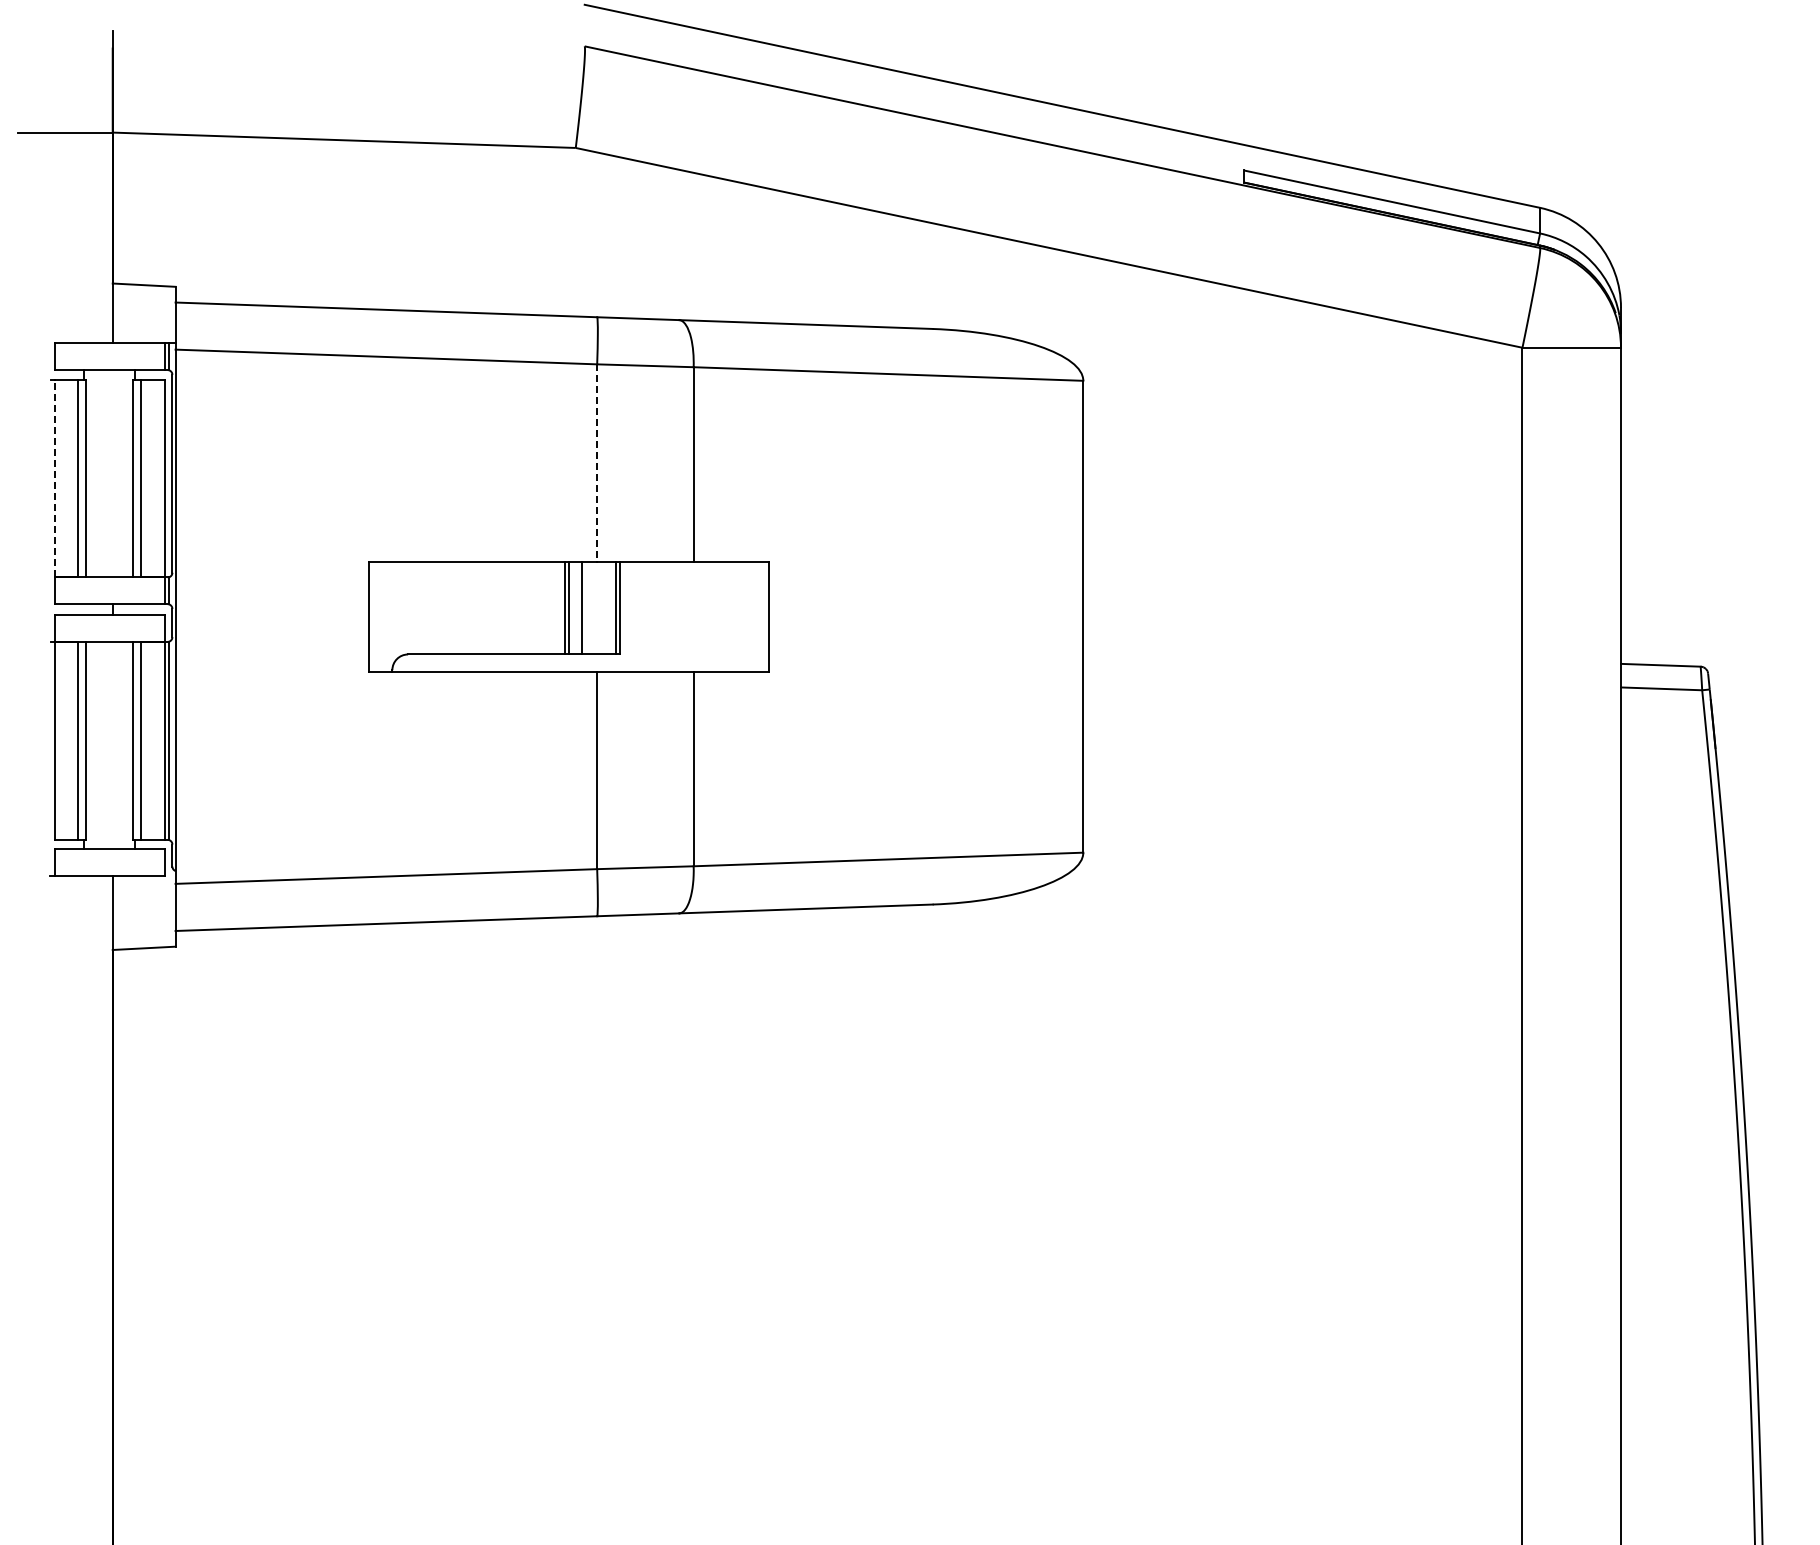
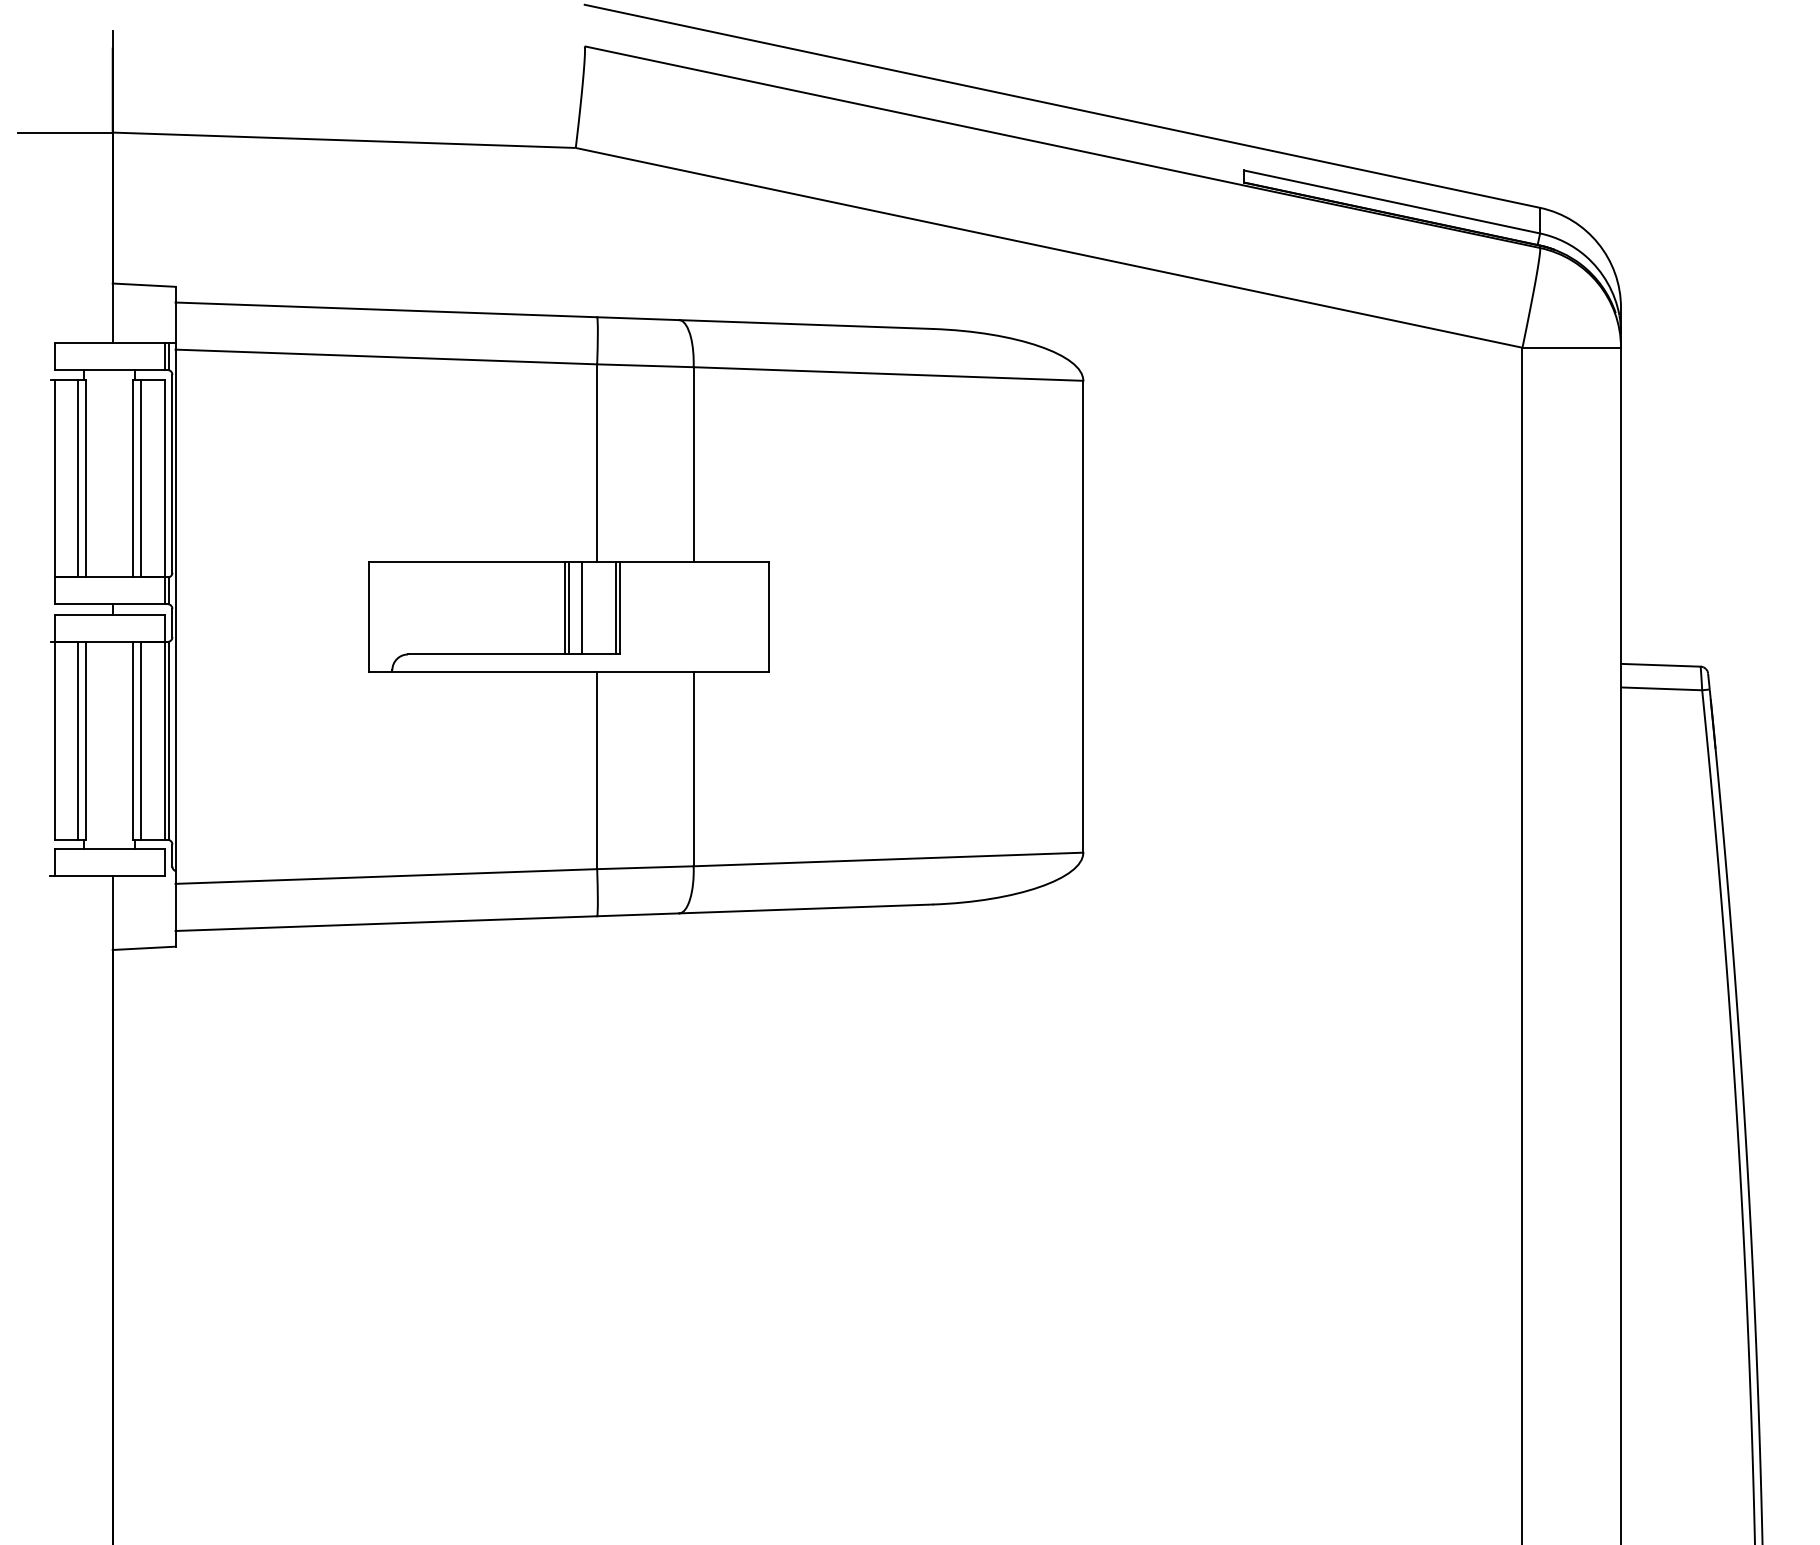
line at (597, 463): dashed -> solid
line at (54, 478): dashed -> solid
